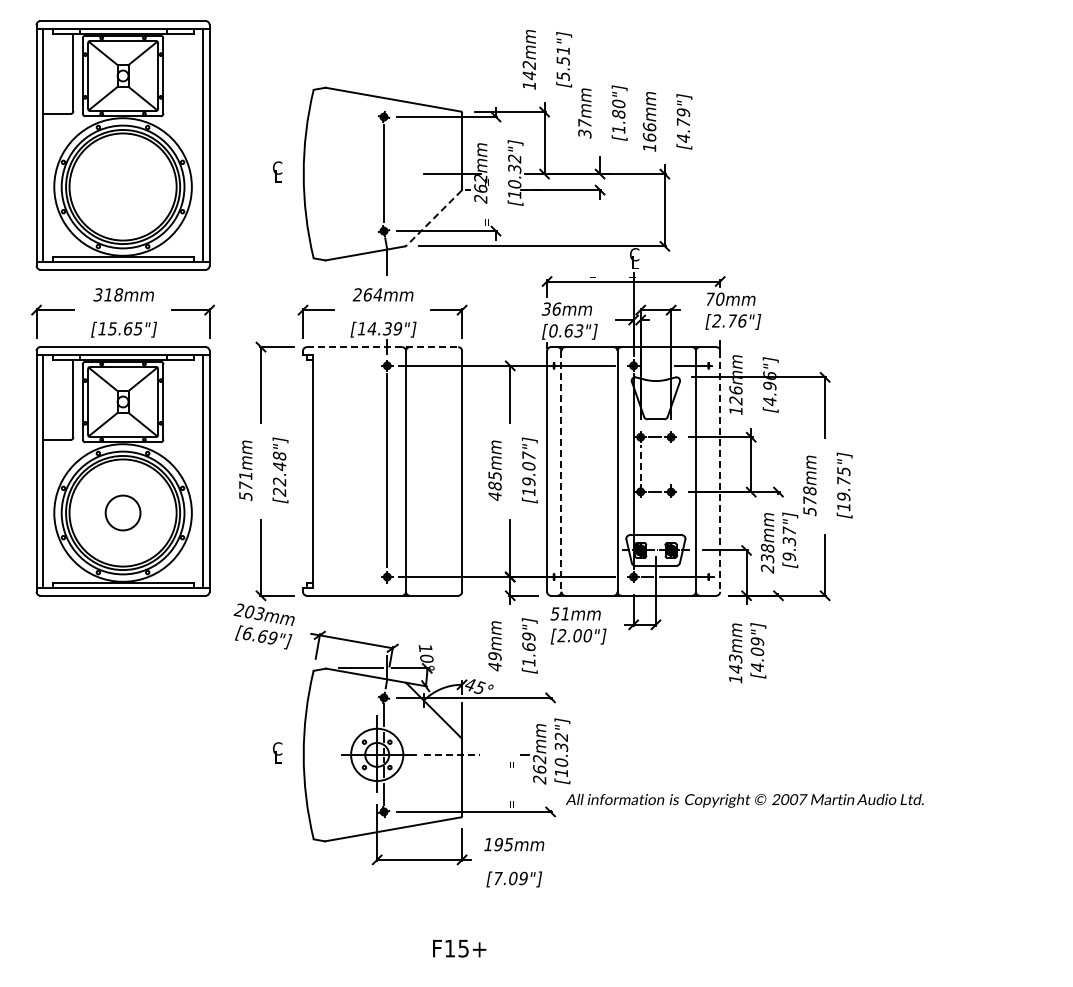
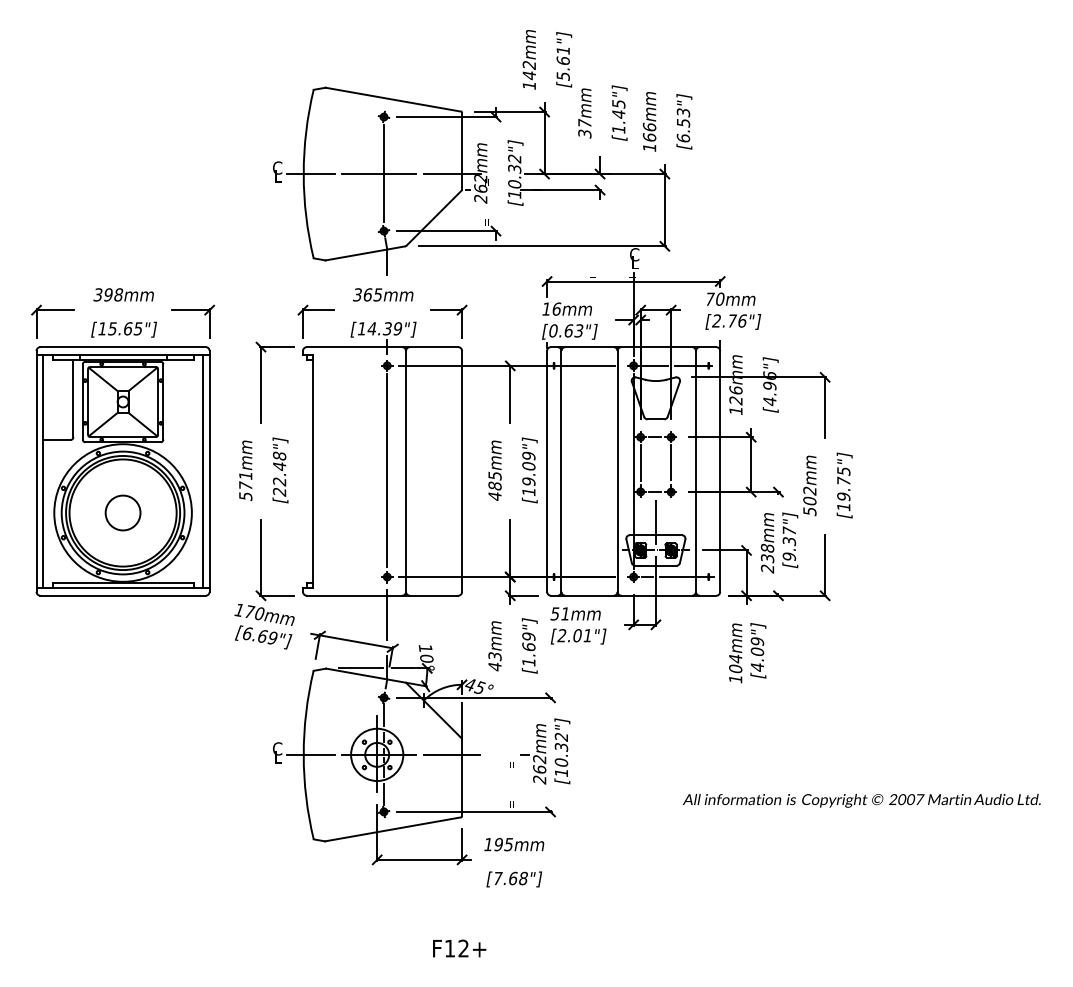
text at (562, 60): [5.51"] -> [5.61"]
text at (618, 108): [1.80"] -> [1.45"]
text at (683, 125): [4.79"] -> [6.53"]
part at (122, 145): present -> none
line at (310, 174): none -> present
line at (378, 174): none -> present
line at (434, 217): dashed -> solid
text at (108, 294): 318mm -> 398mm
text at (367, 294): 264mm -> 365mm
text at (545, 308): 36mm -> 16mm
line at (382, 347): dashed -> solid
line at (655, 365): none -> present
text at (528, 455): [19.07"] -> [19.09"]
line at (640, 462): dashed -> solid
line at (671, 462): none -> present
line at (561, 471): dashed -> solid
line at (720, 471): dashed -> solid
text at (809, 495): 578mm -> 502mm
line at (655, 522): none -> present
text at (248, 611): 203mm -> 170mm
line at (387, 614): none -> present
text at (587, 635): [2.00"] -> [2.01"]
text at (494, 656): 49mm -> 43mm
text at (735, 663): 143mm -> 104mm
line at (310, 754): none -> present
line at (451, 754): dashed -> solid
text at (744, 800) position: (744, 800) -> (861, 800)
text at (518, 878): [7.09"] -> [7.68"]
text at (463, 948): F15+ -> F12+
